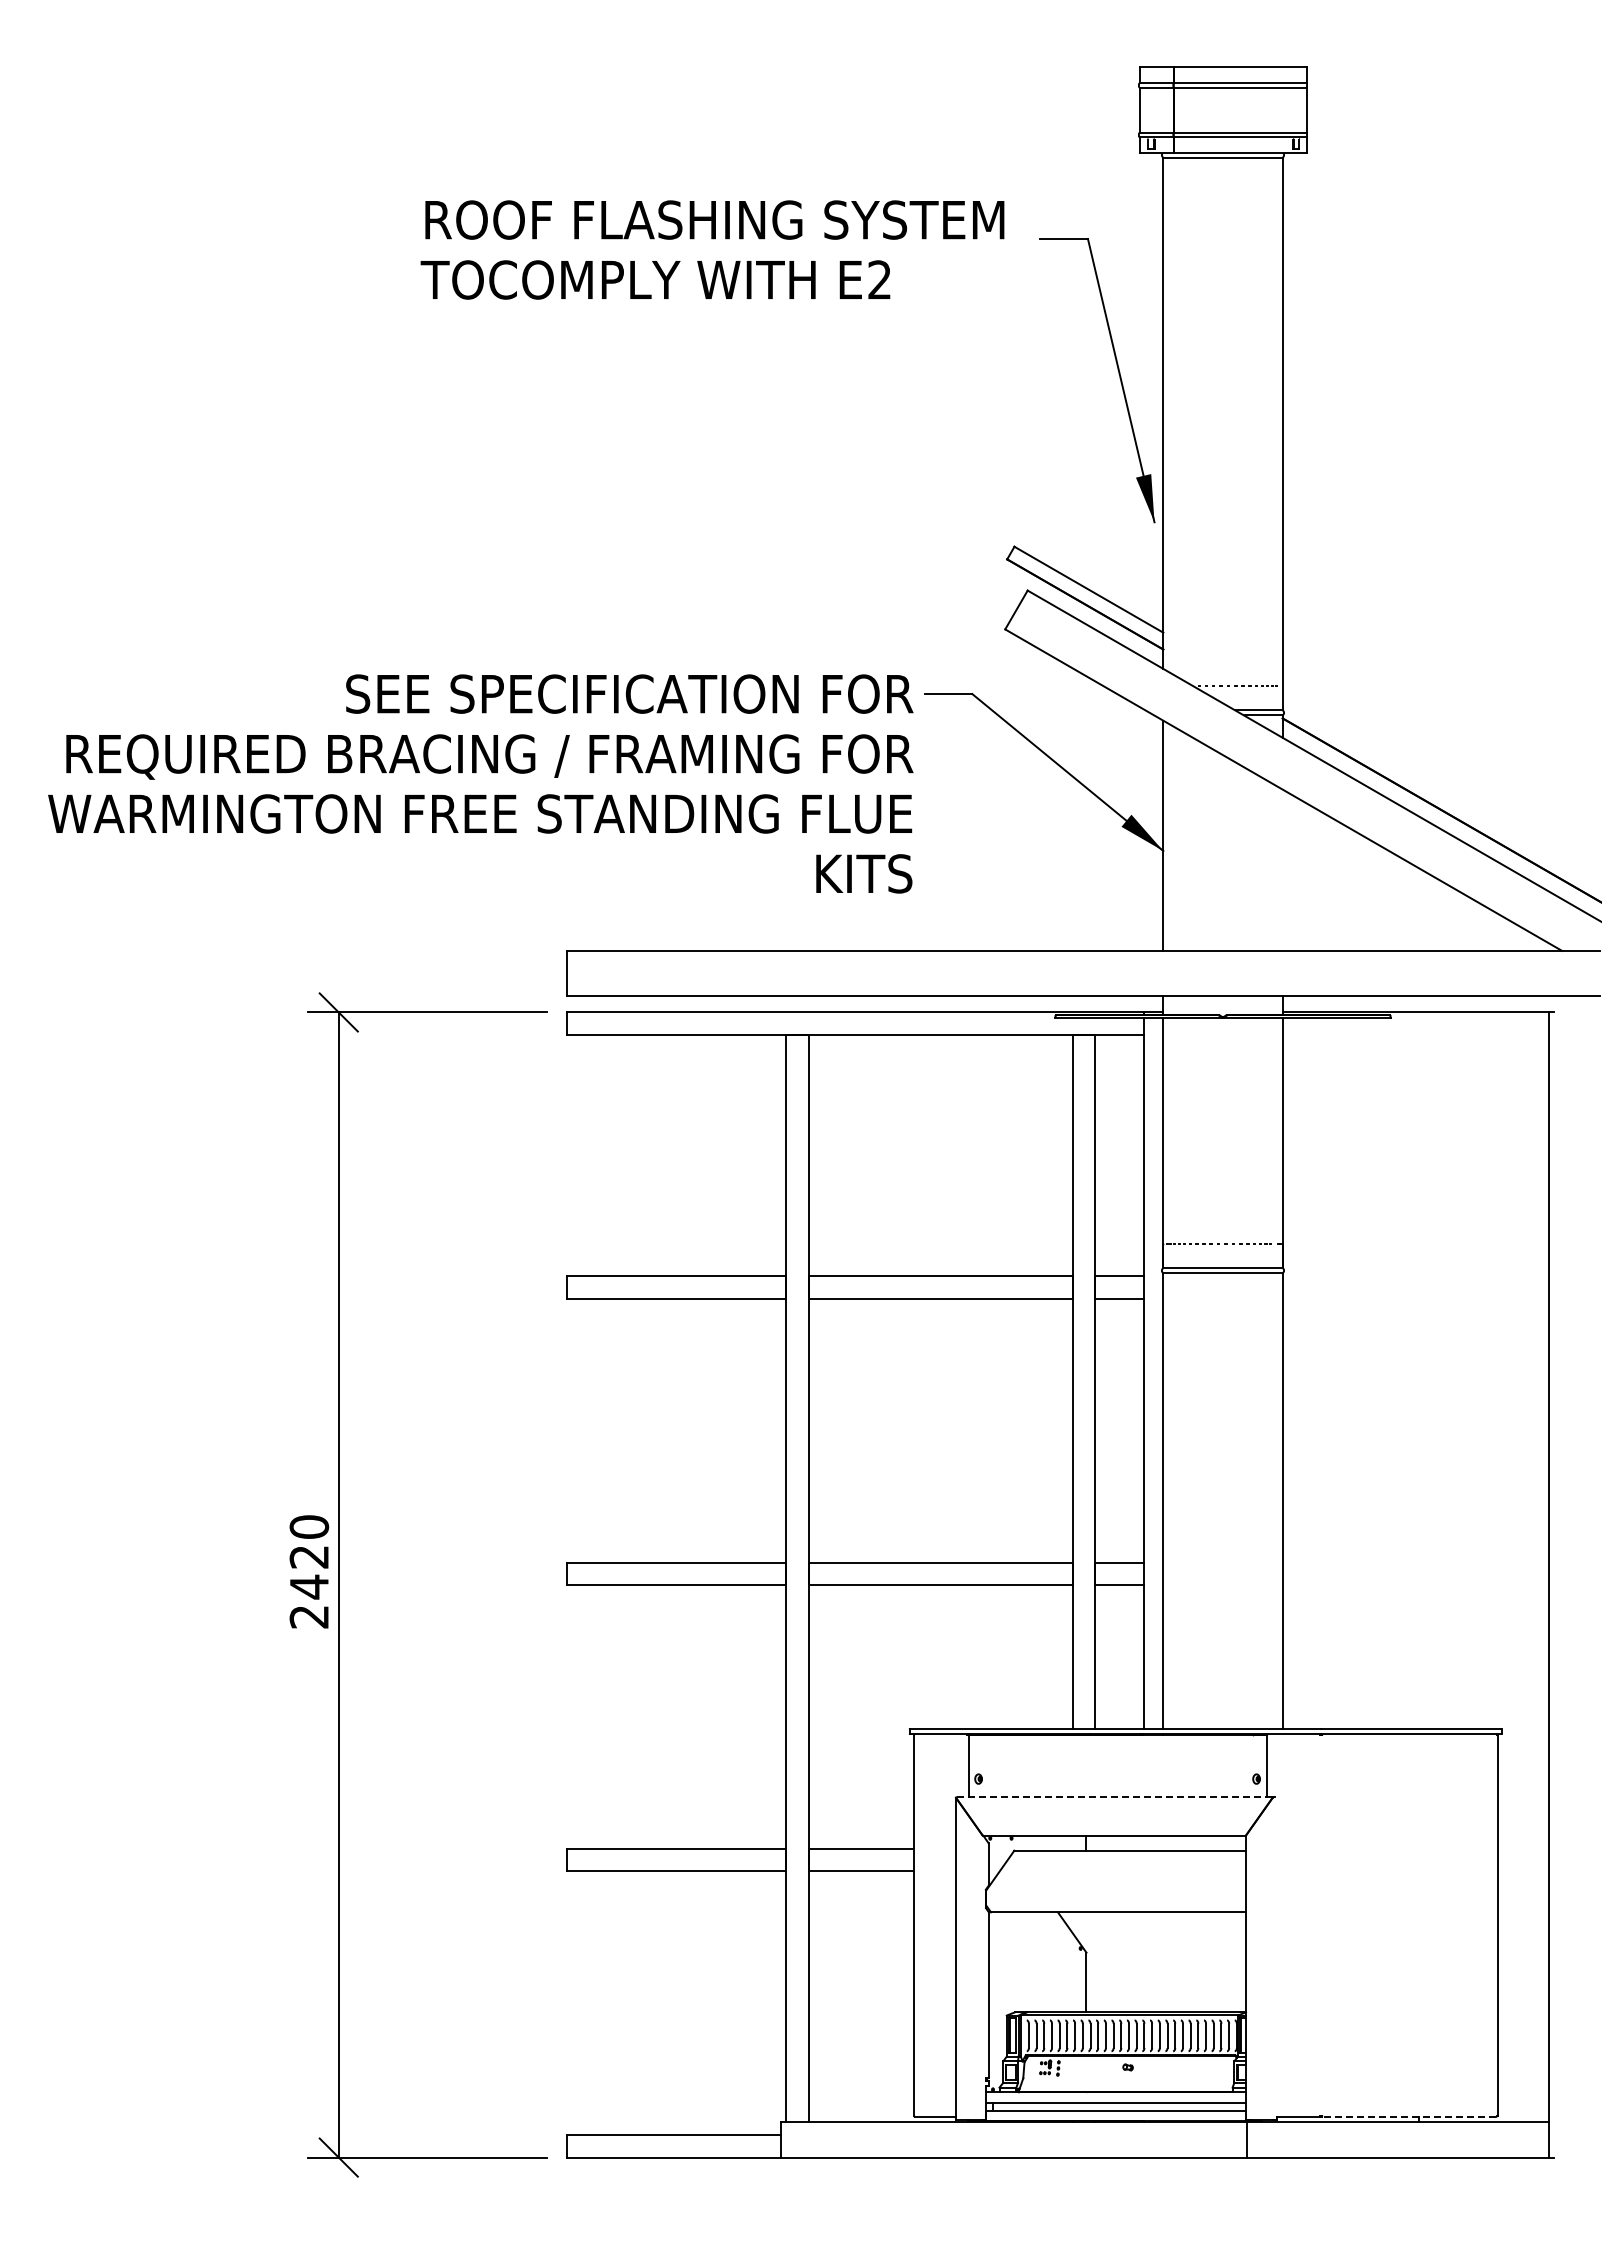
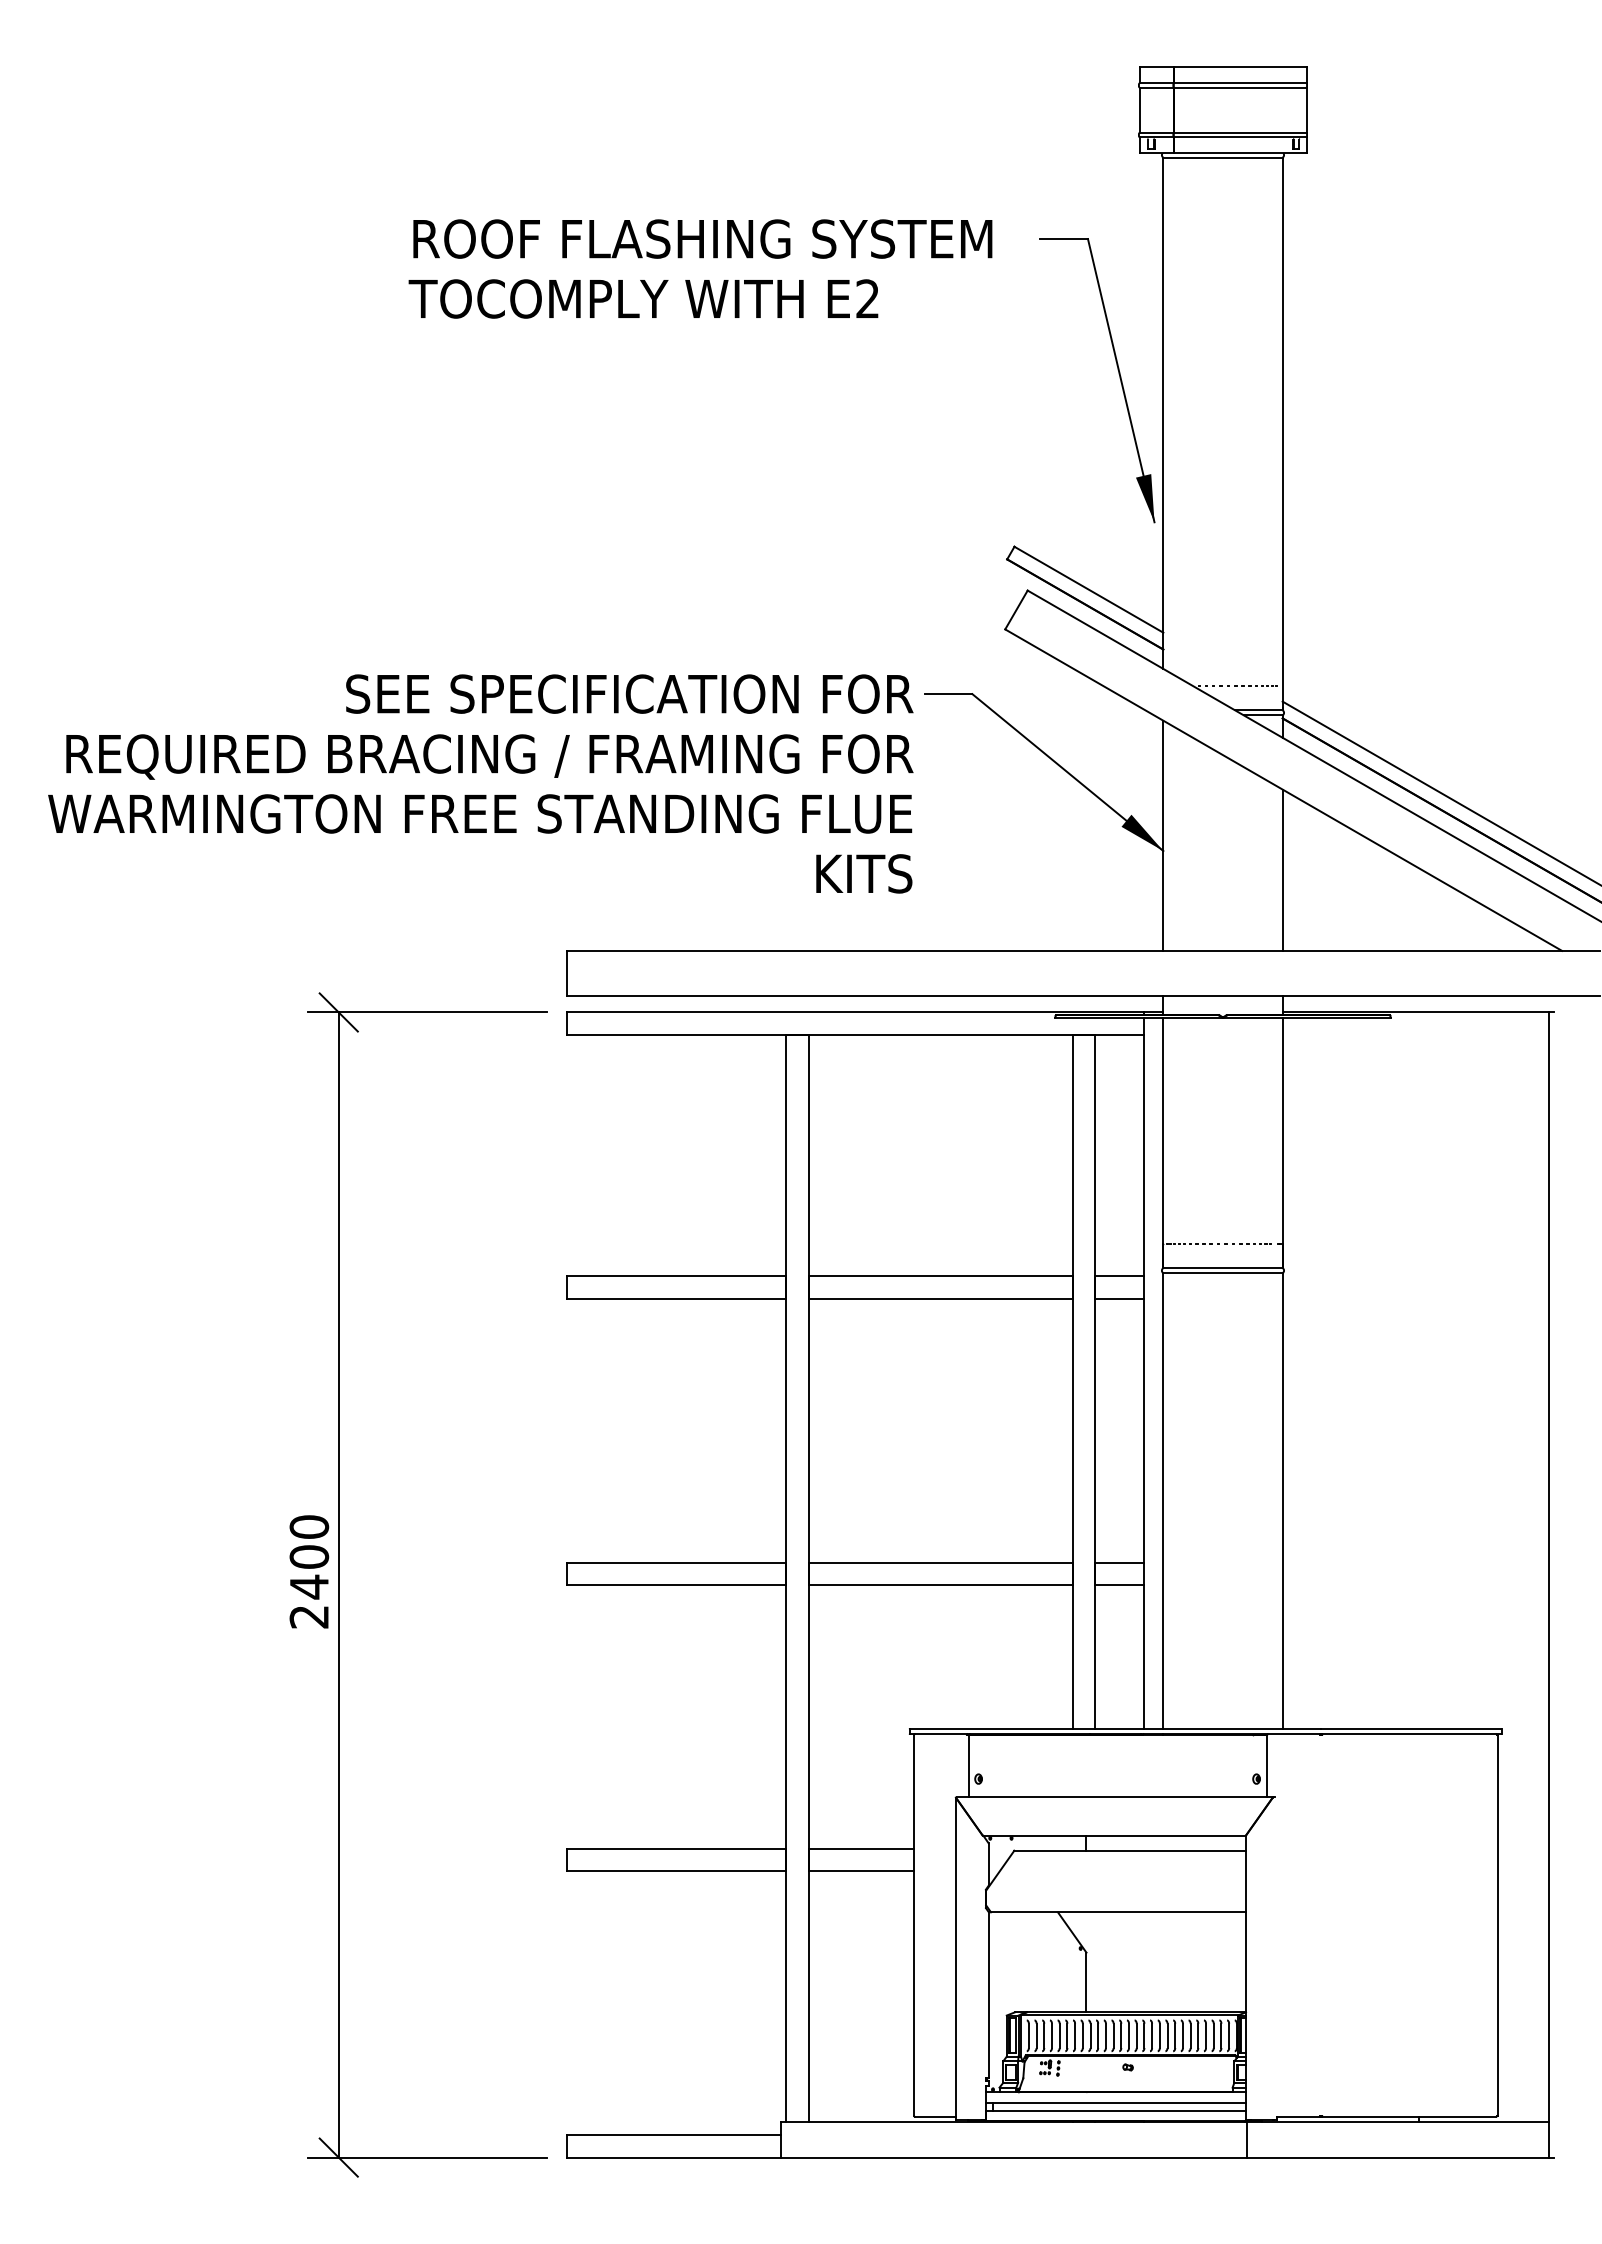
text at (712, 249) position: (712, 249) -> (700, 268)
line at (1440, 792): none -> present
line at (1282, 869): none -> present
text at (309, 1556): 2420 -> 2400
line at (1115, 1797): dashed -> solid
line at (1408, 2117): dashed -> solid
